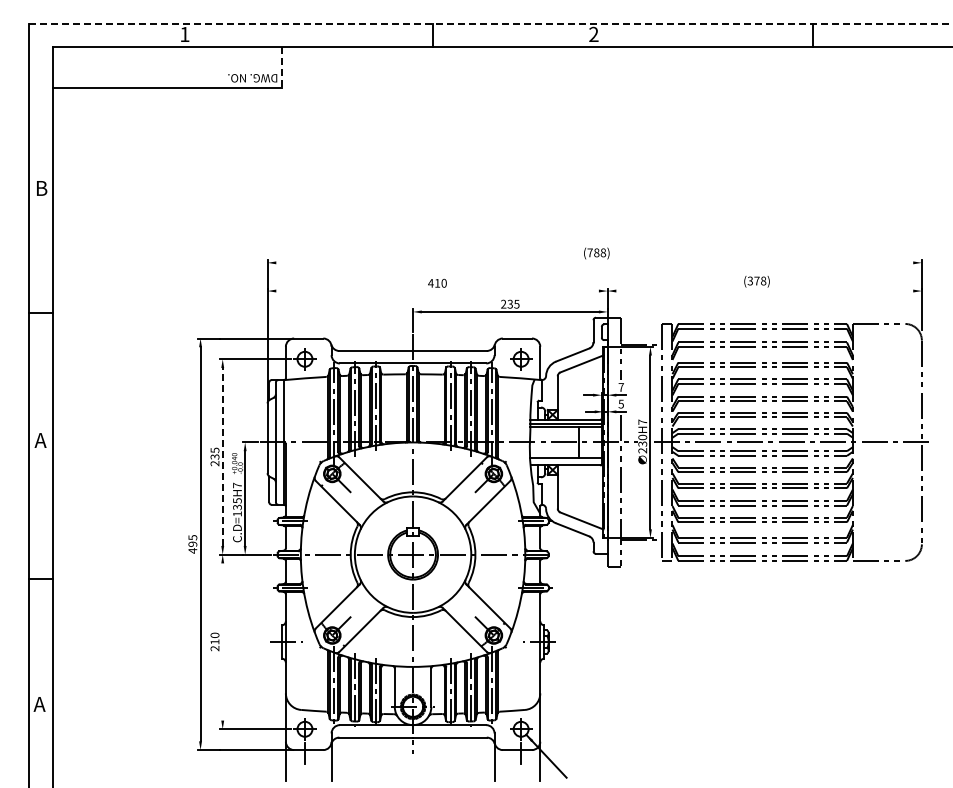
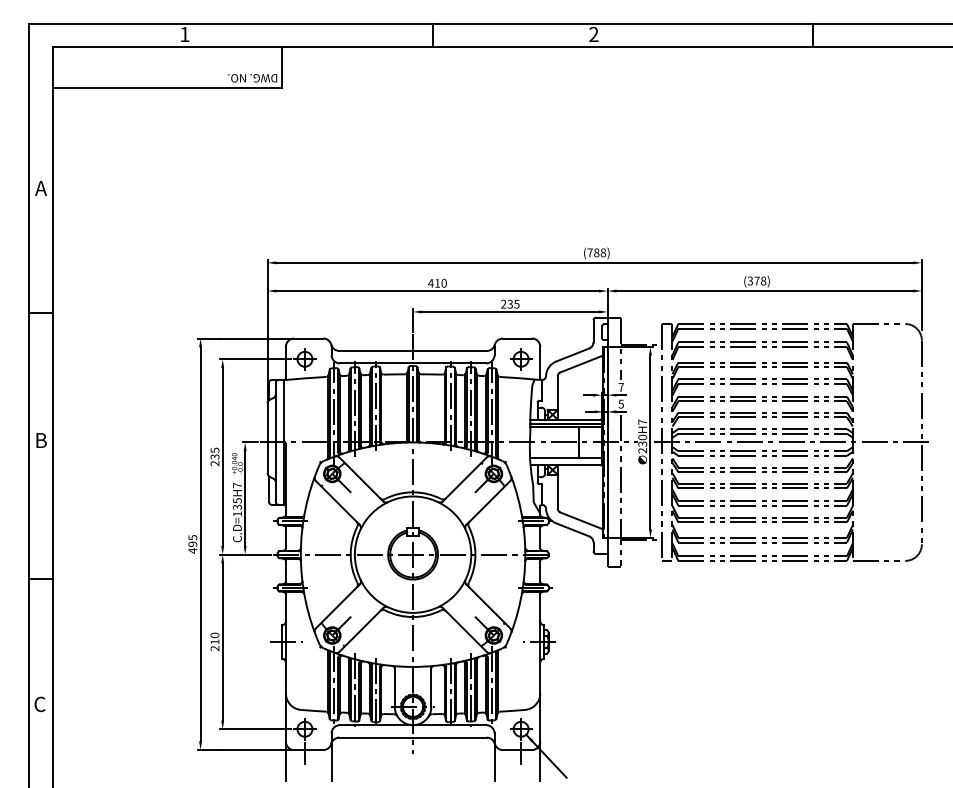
line at (490, 23): dashed -> solid
line at (281, 67): dashed -> solid
text at (41, 188): B -> A
line at (594, 262): none -> present
line at (437, 291): none -> present
line at (764, 291): none -> present
text at (40, 440): A -> B
line at (222, 457): dashed -> solid
line at (222, 641): none -> present
text at (39, 704): A -> C
